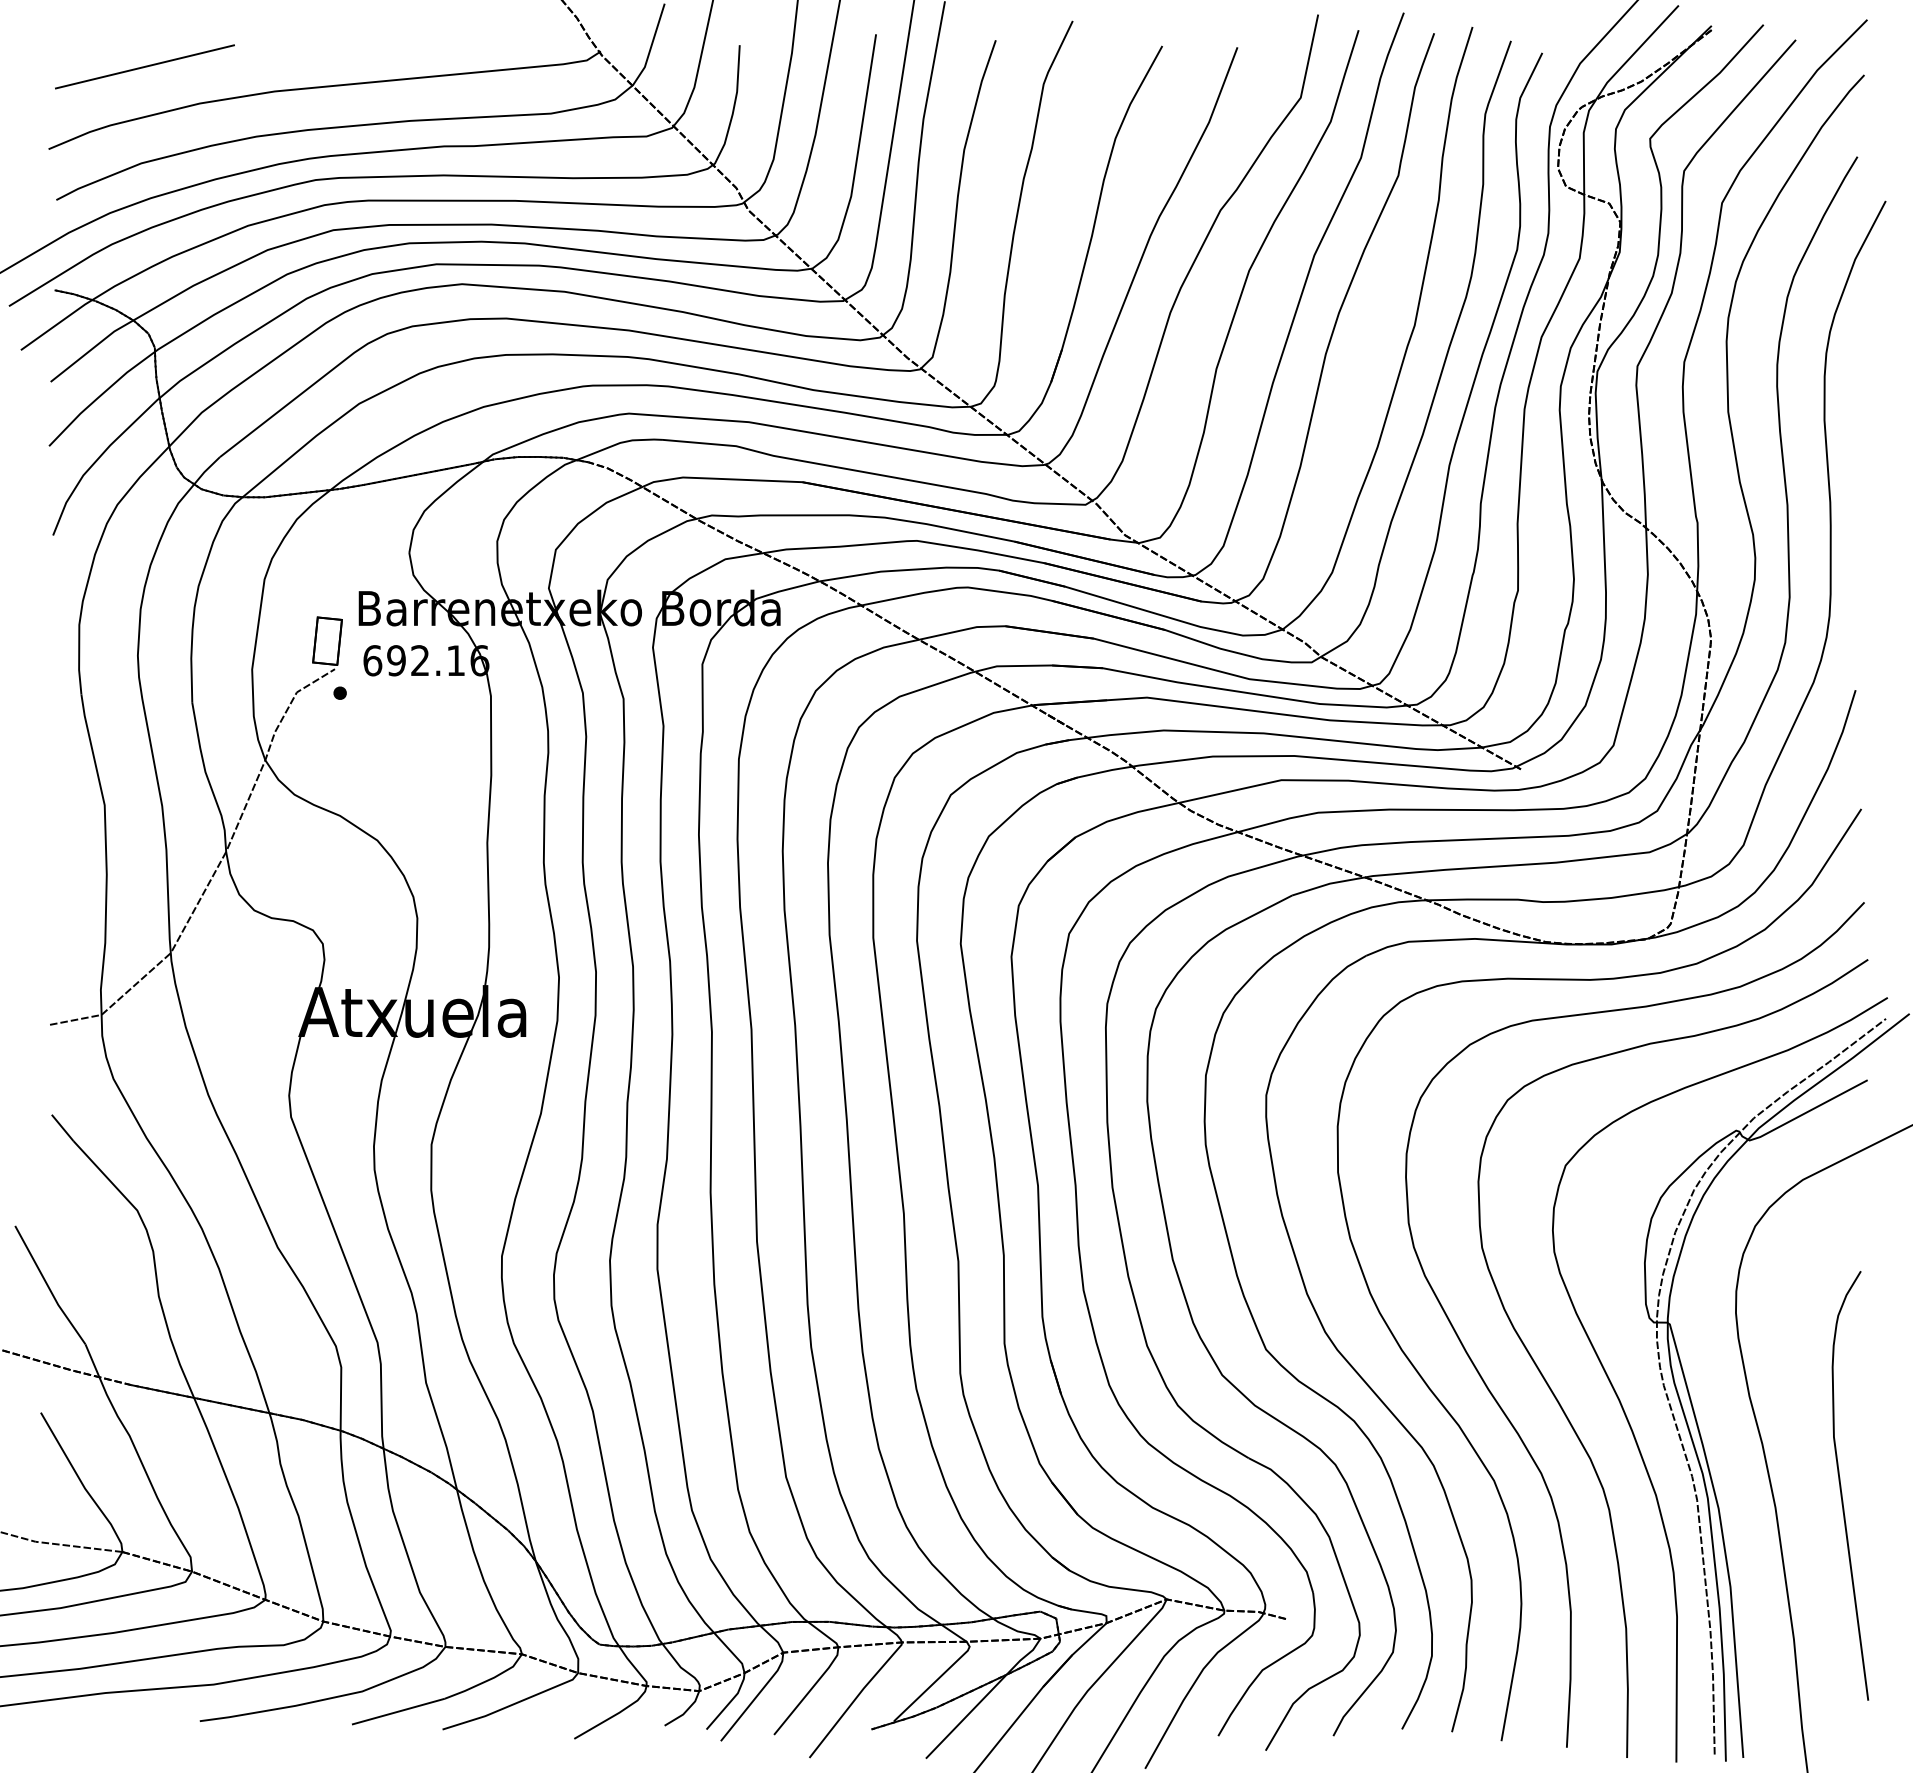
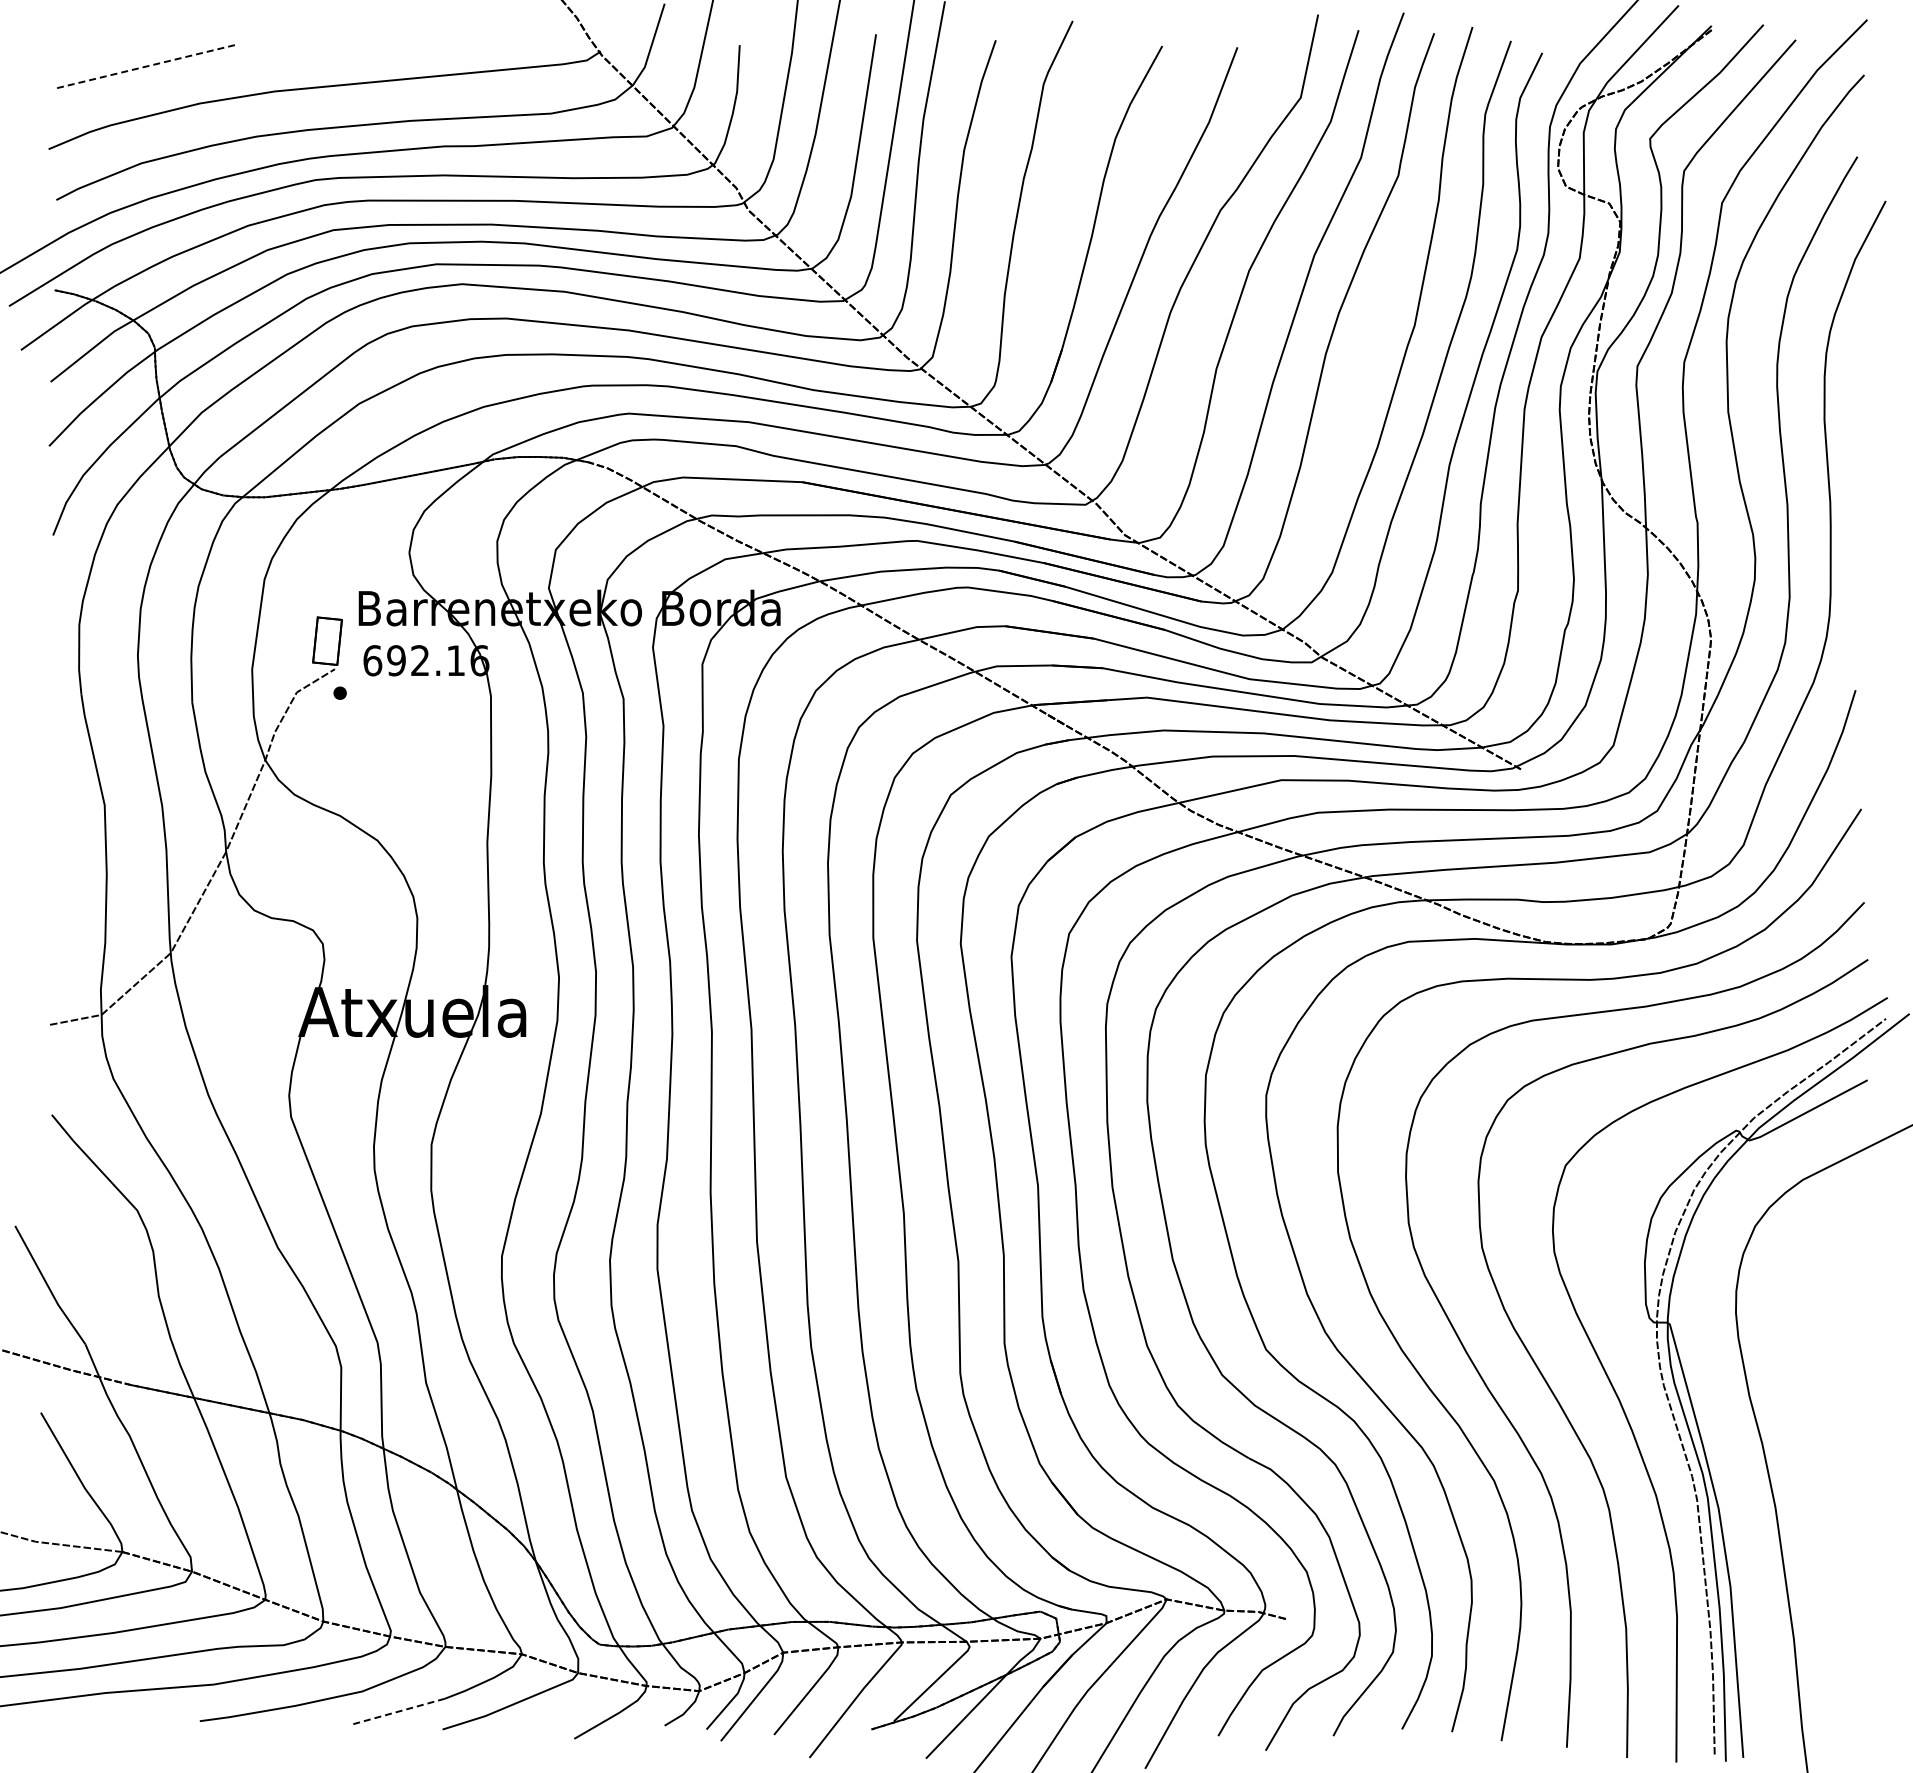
line at (144, 66): solid -> dashed
curve at (1841, 1485): present -> none
line at (397, 1711): solid -> dashed
